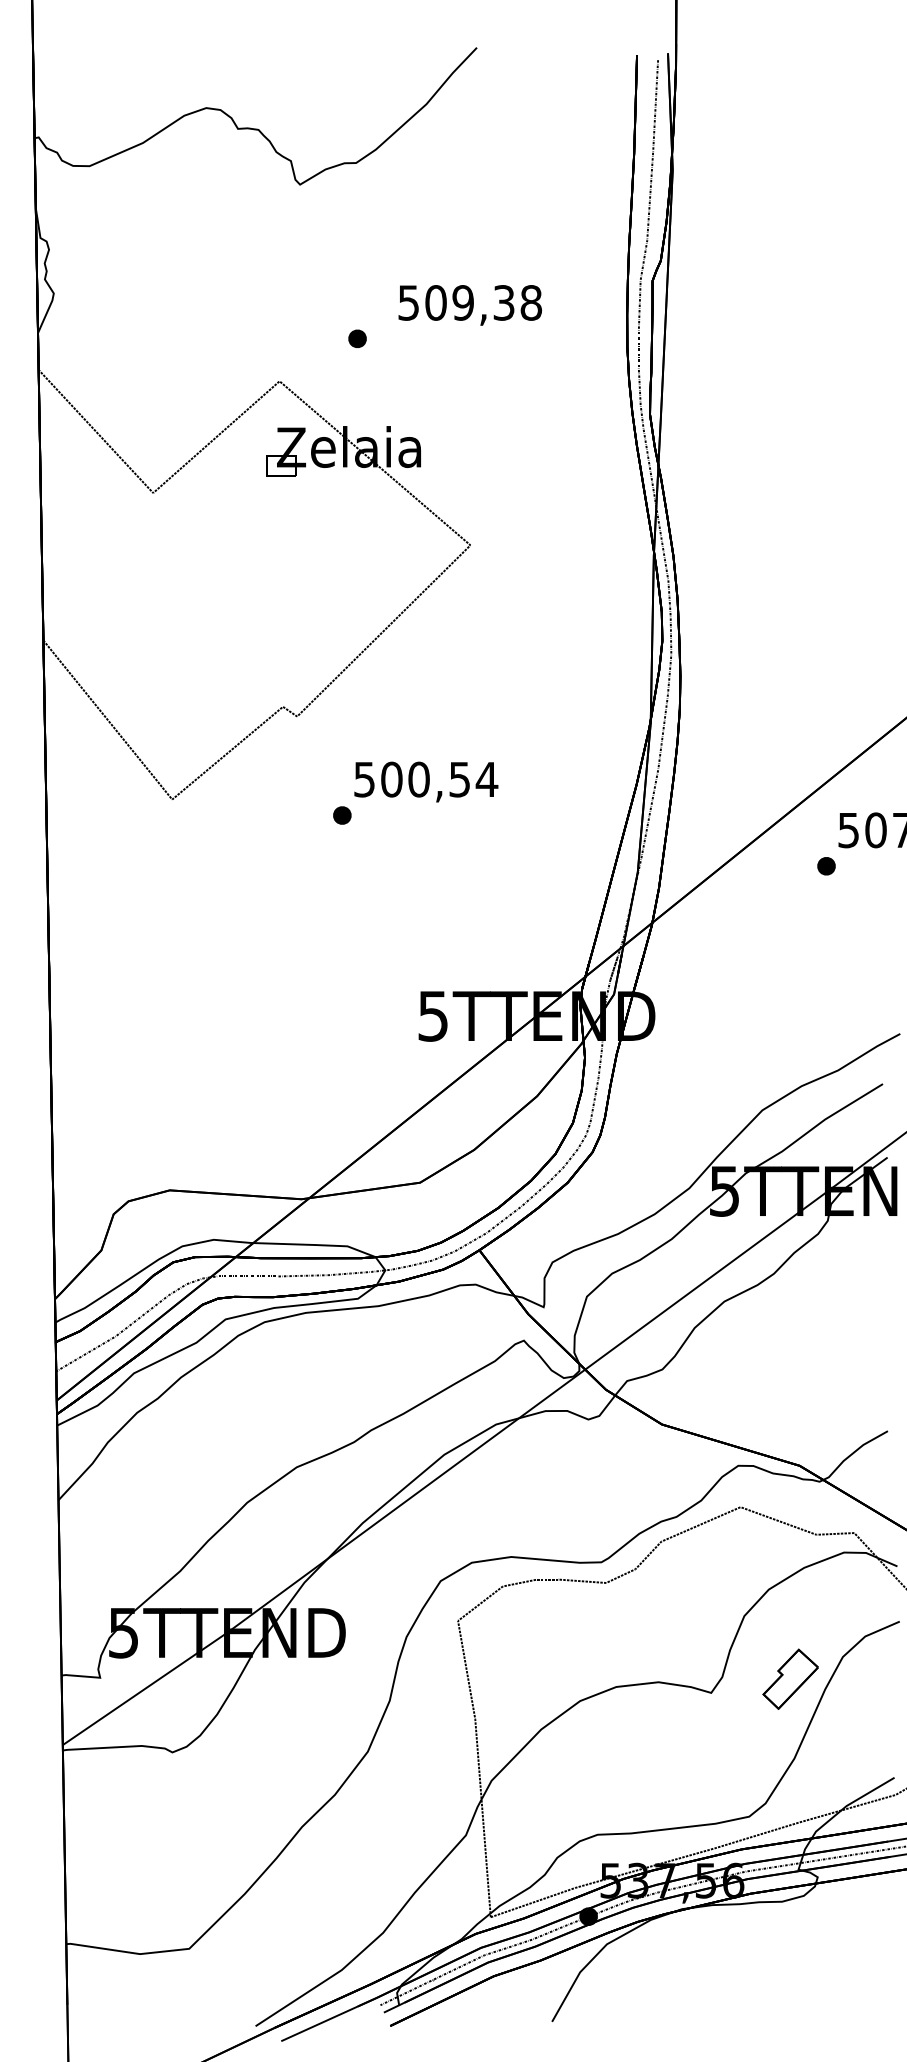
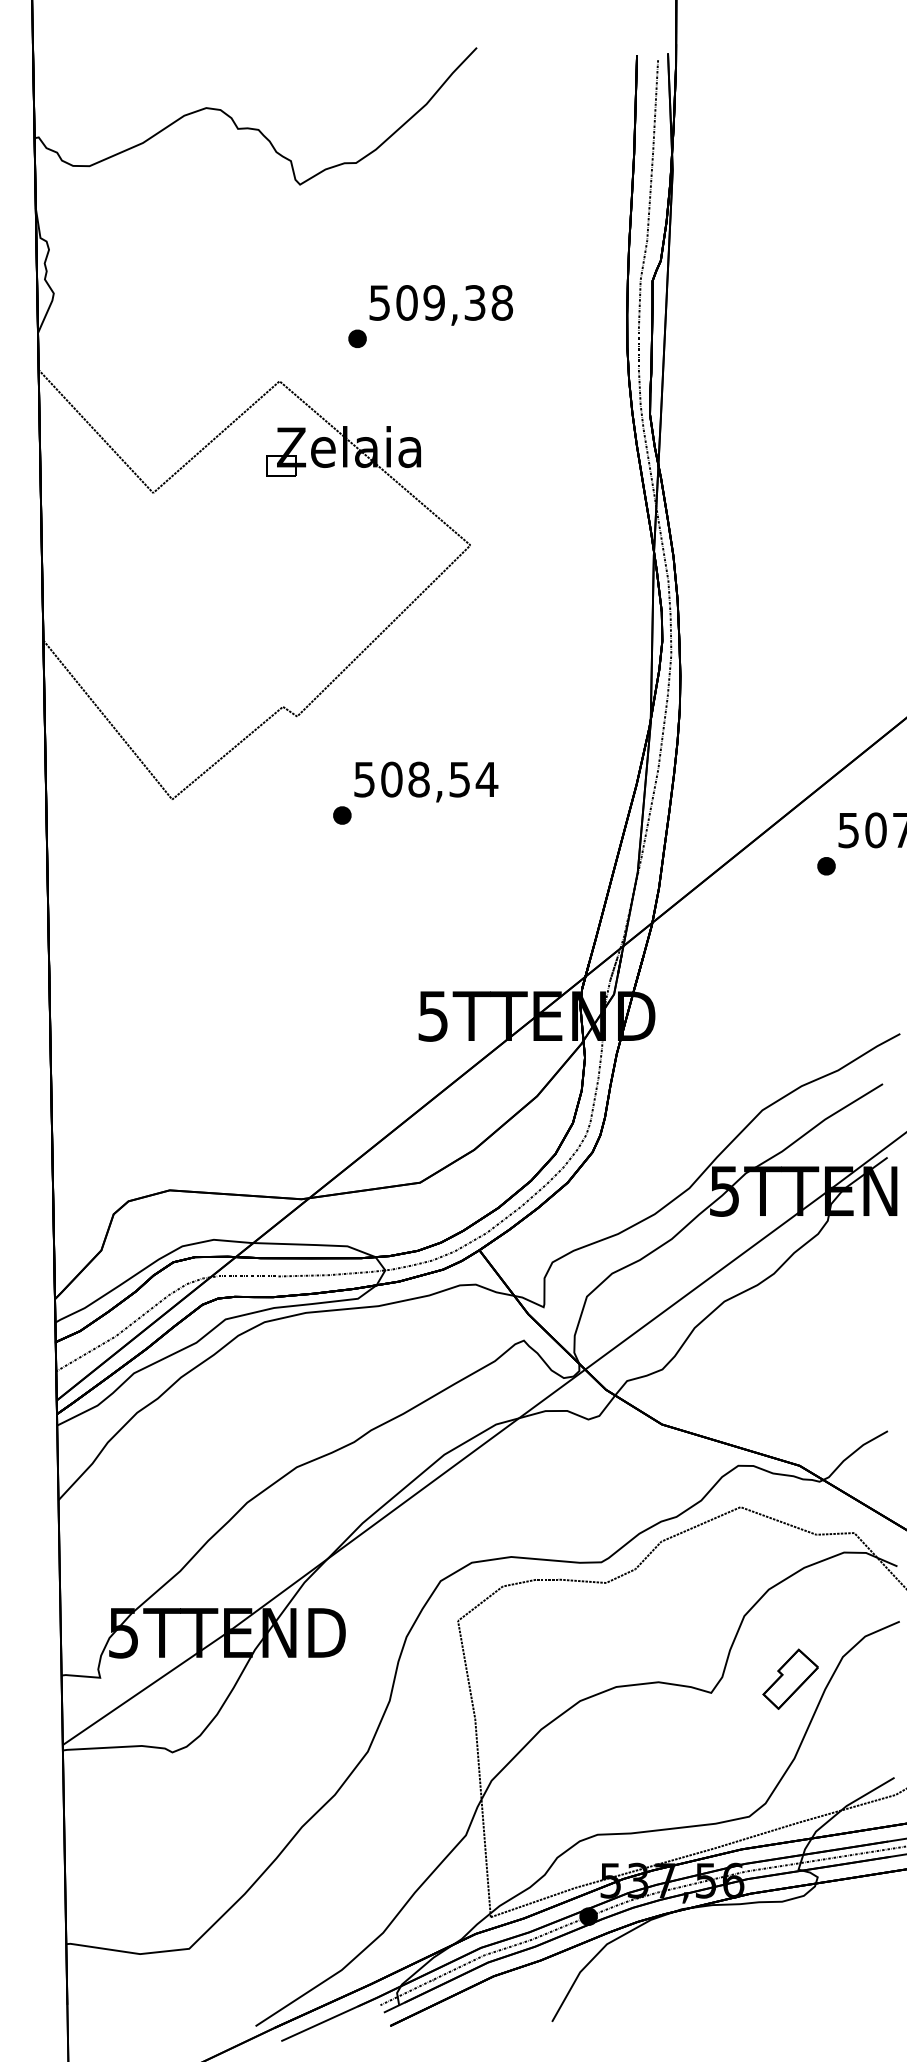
text at (469, 305) position: (469, 305) -> (440, 305)
text at (418, 779): 500,54 -> 508,54
